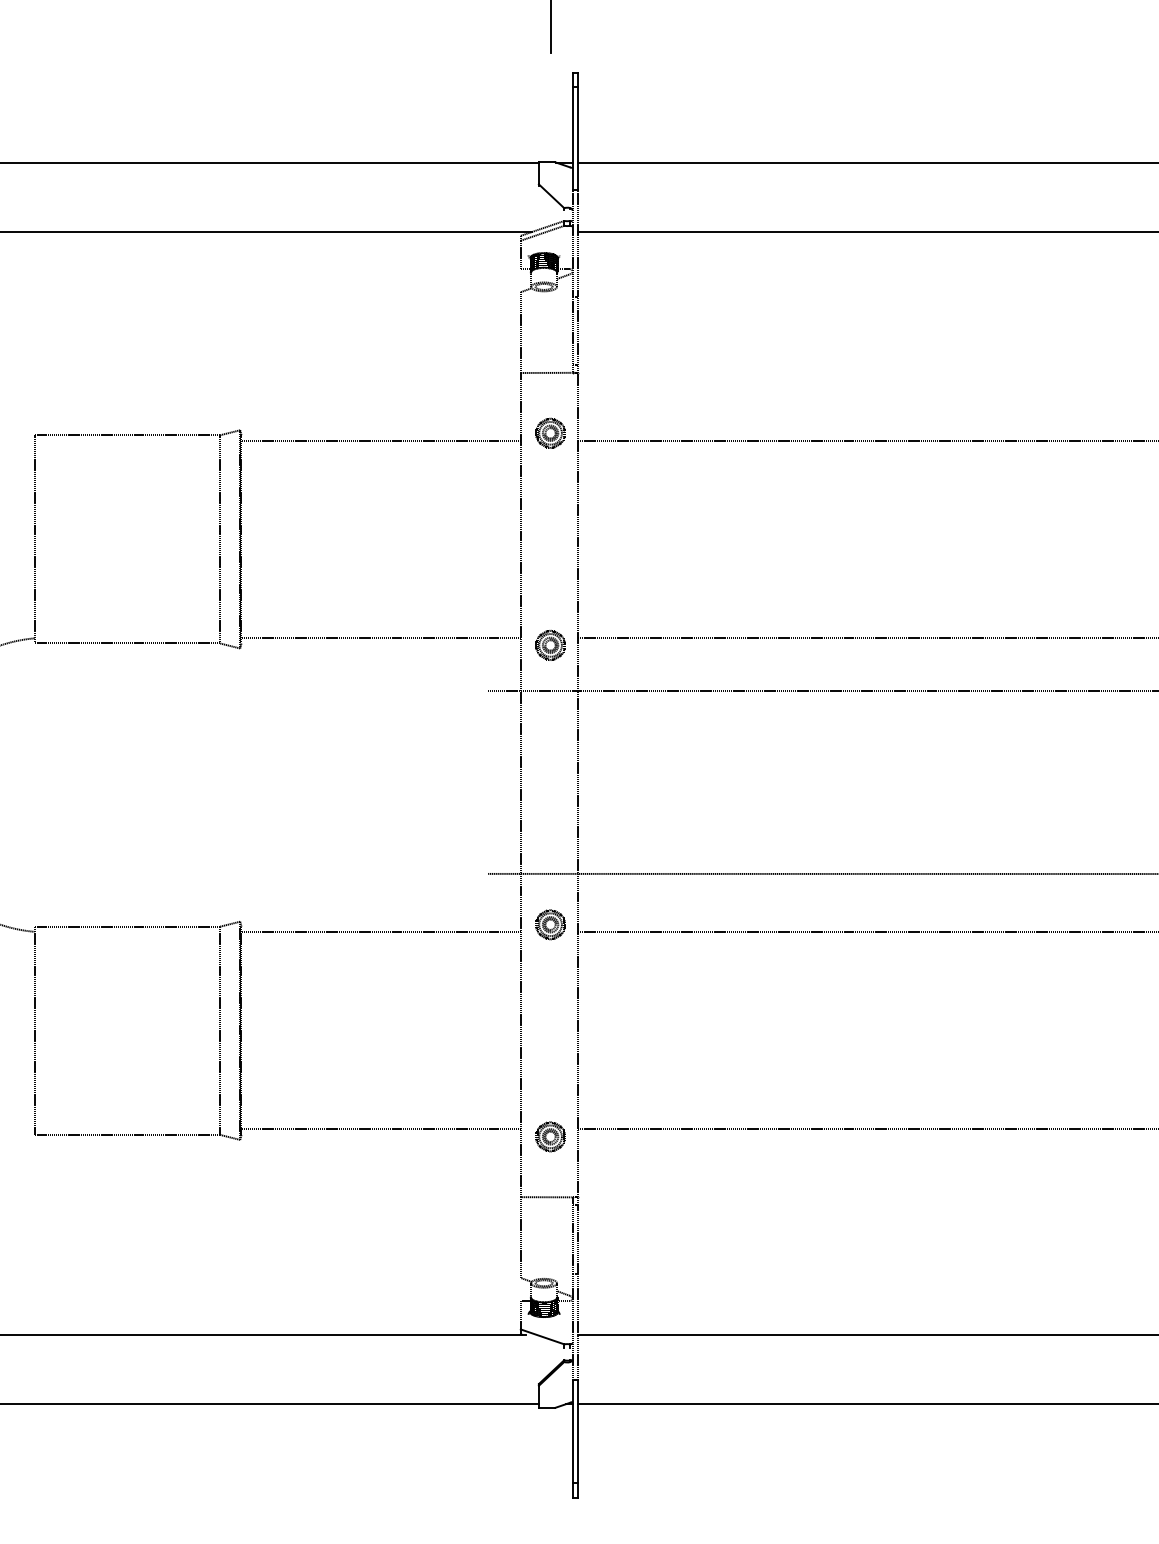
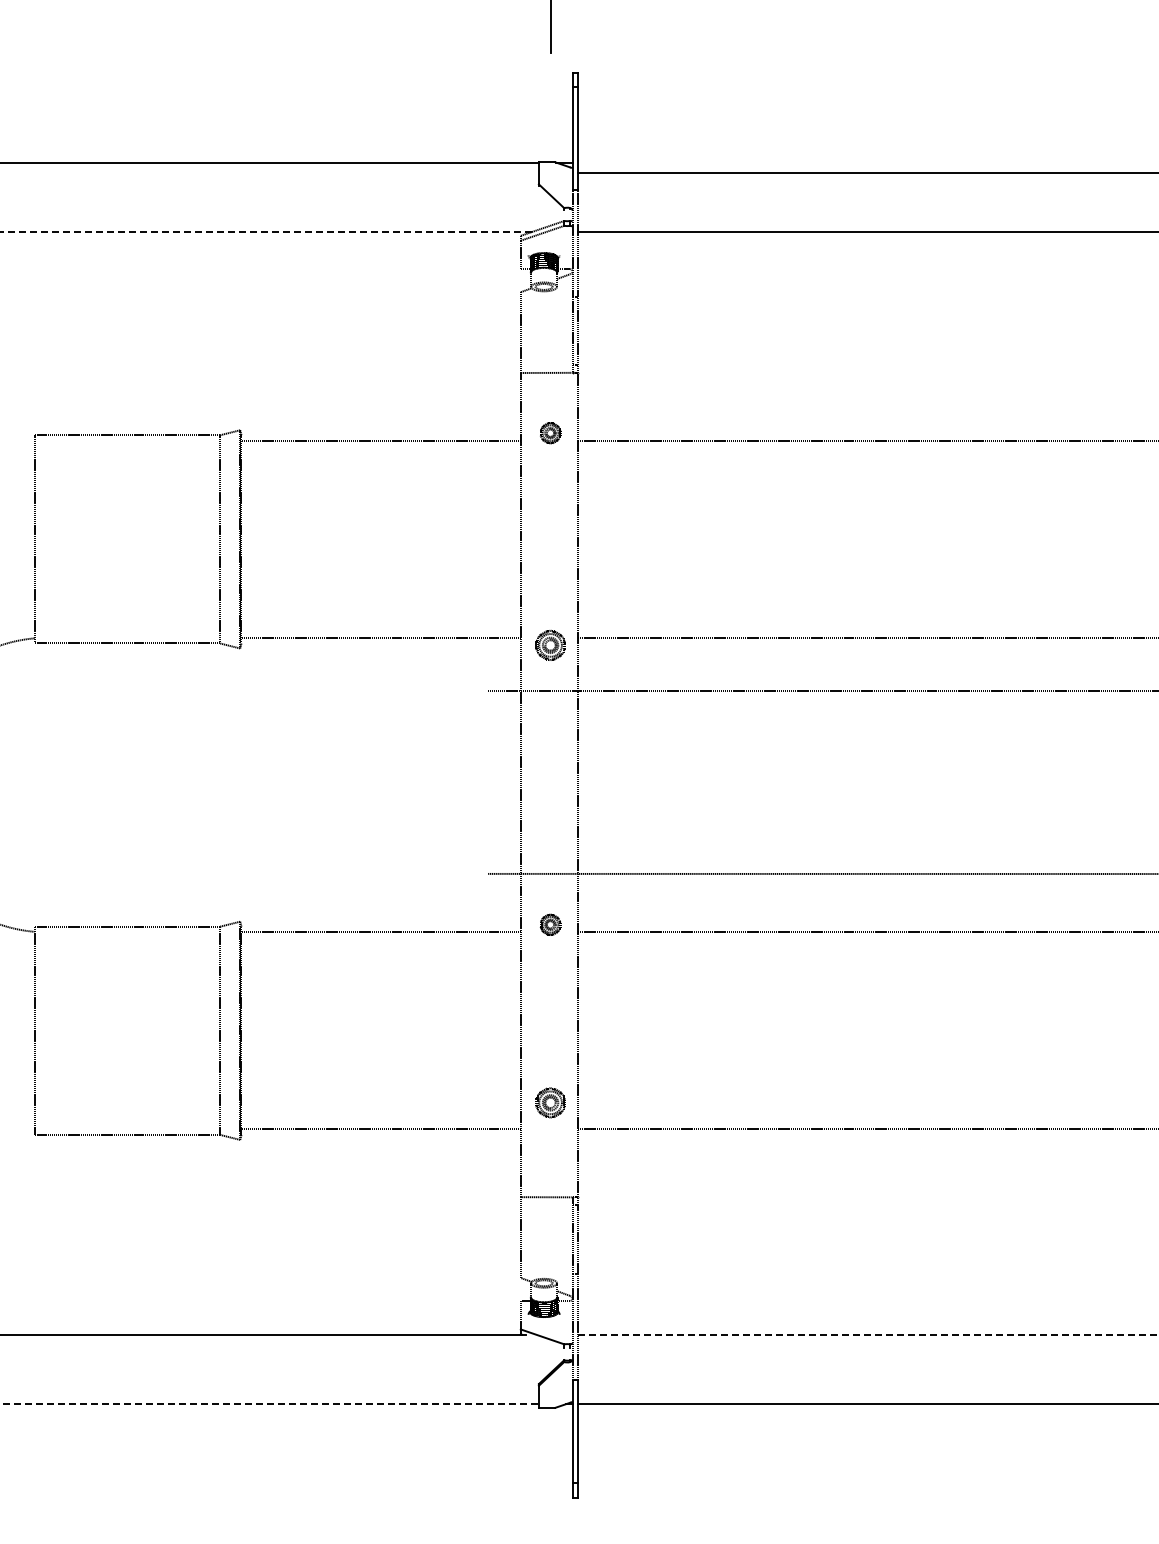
line at (866, 162) position: (866, 162) -> (866, 172)
line at (266, 232): solid -> dashed
part at (550, 432) size: 31x32 px -> 22x23 px
part at (550, 924) size: 31x32 px -> 23x23 px
part at (550, 1136) position: (550, 1136) -> (550, 1102)
line at (868, 1334): solid -> dashed
line at (270, 1404): solid -> dashed
